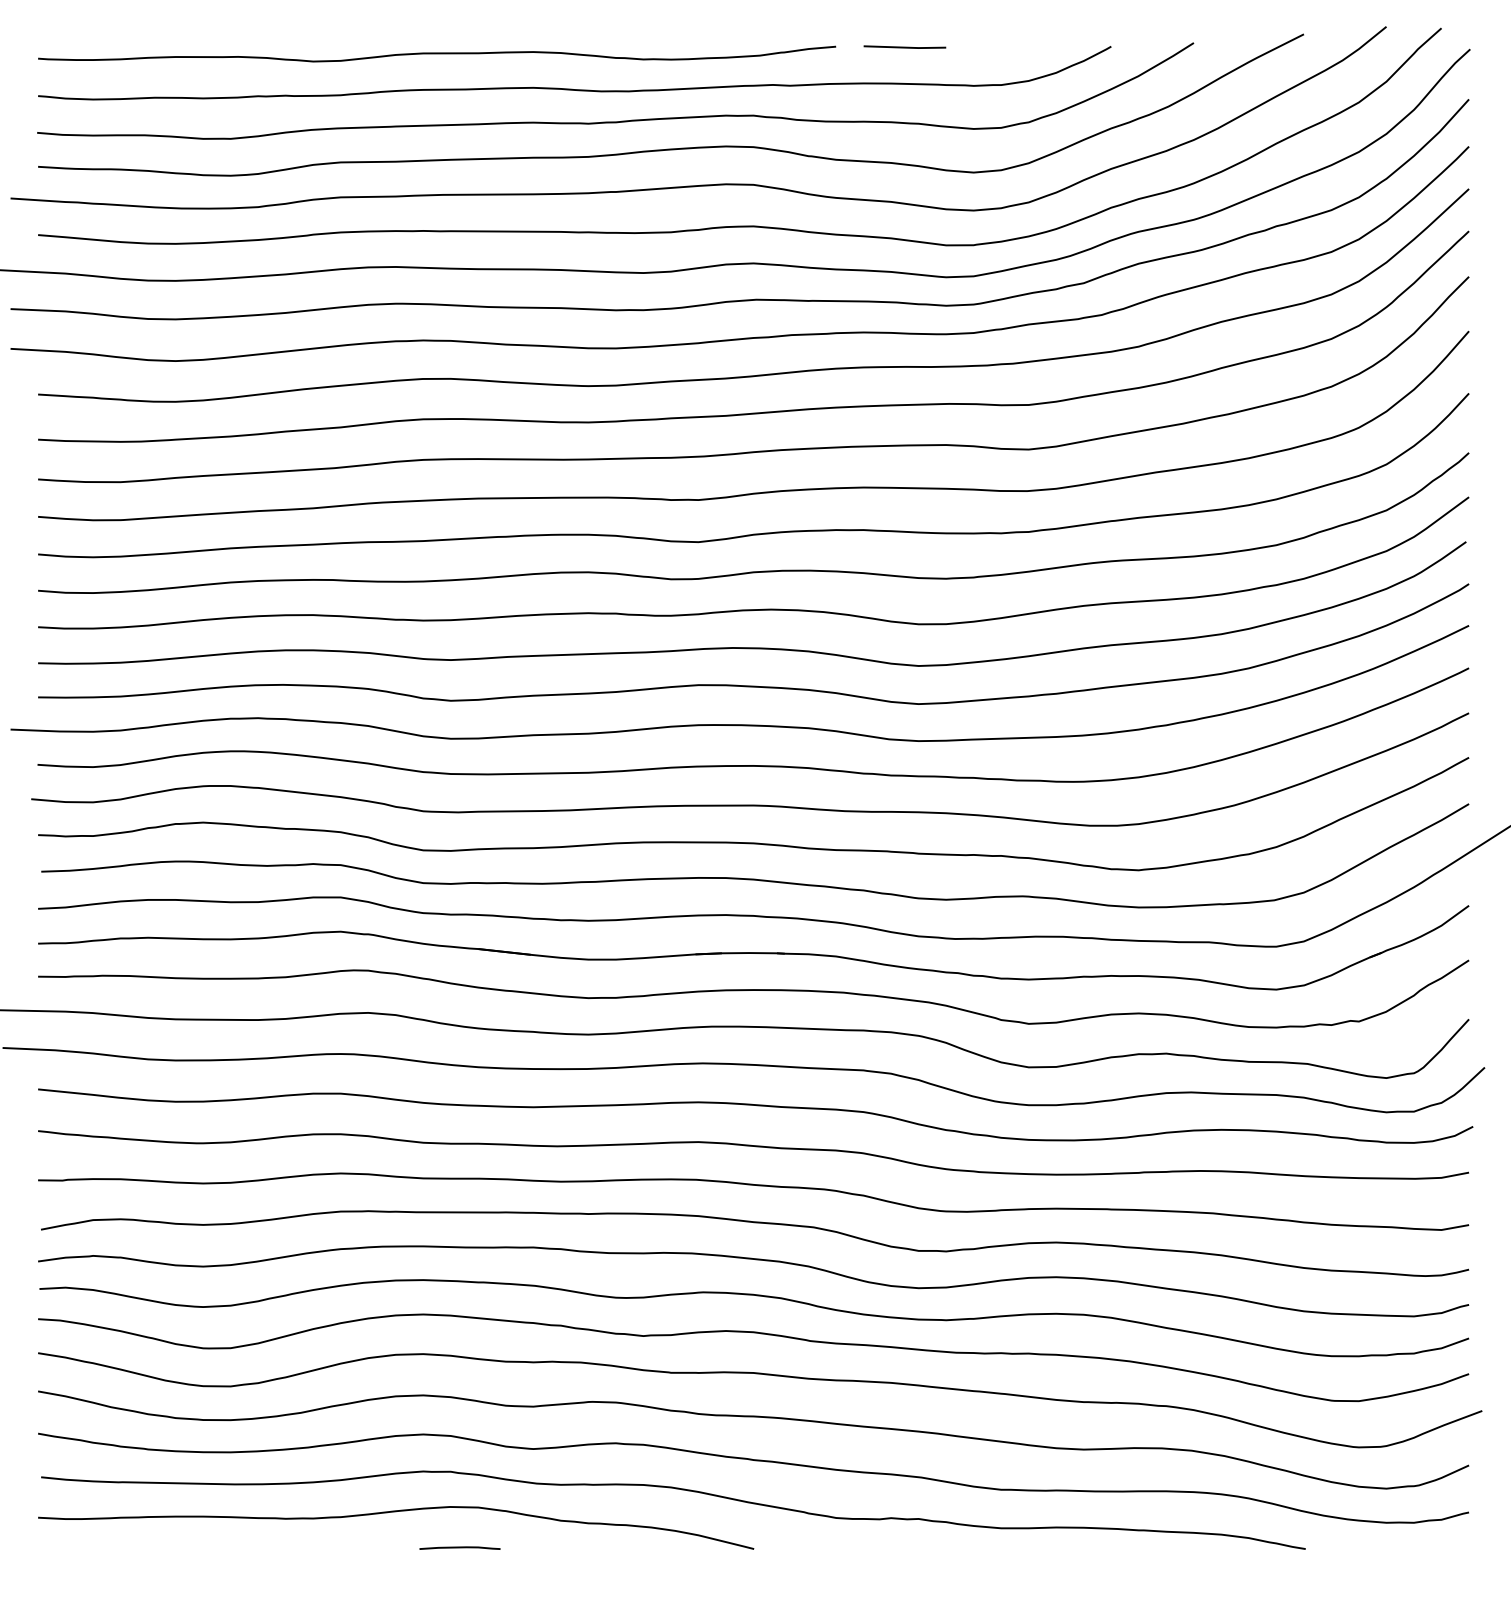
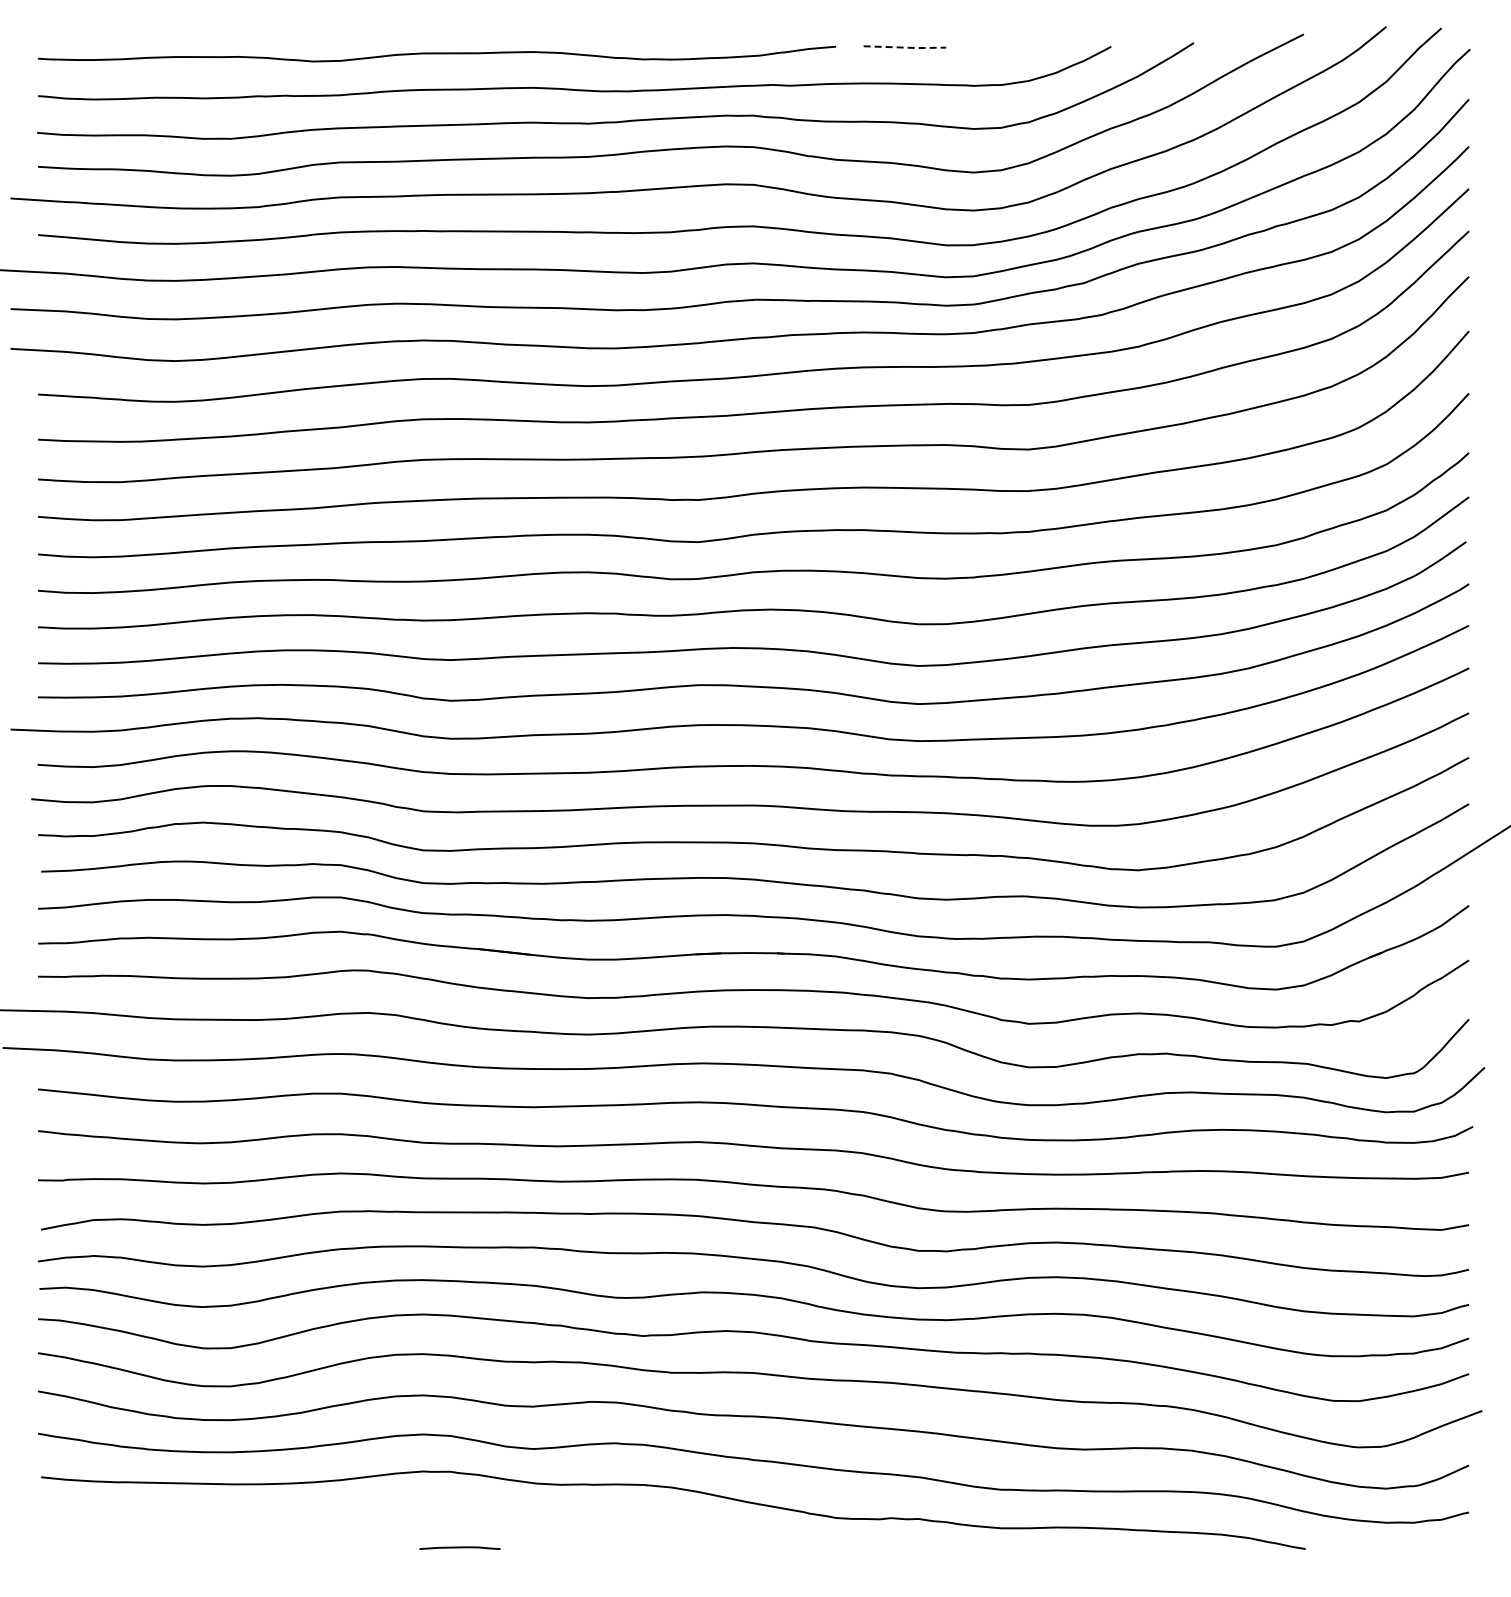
line at (905, 47): solid -> dashed
curve at (396, 1512): present -> none
